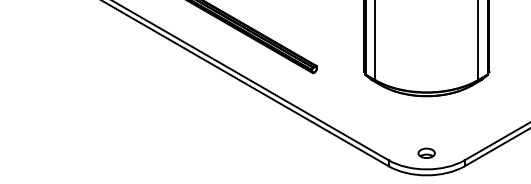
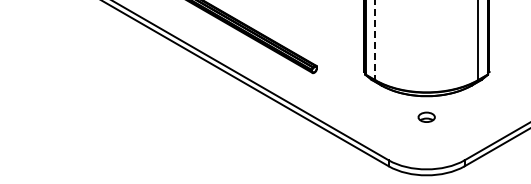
line at (375, 40): solid -> dashed
part at (426, 152) position: (426, 152) -> (426, 116)
